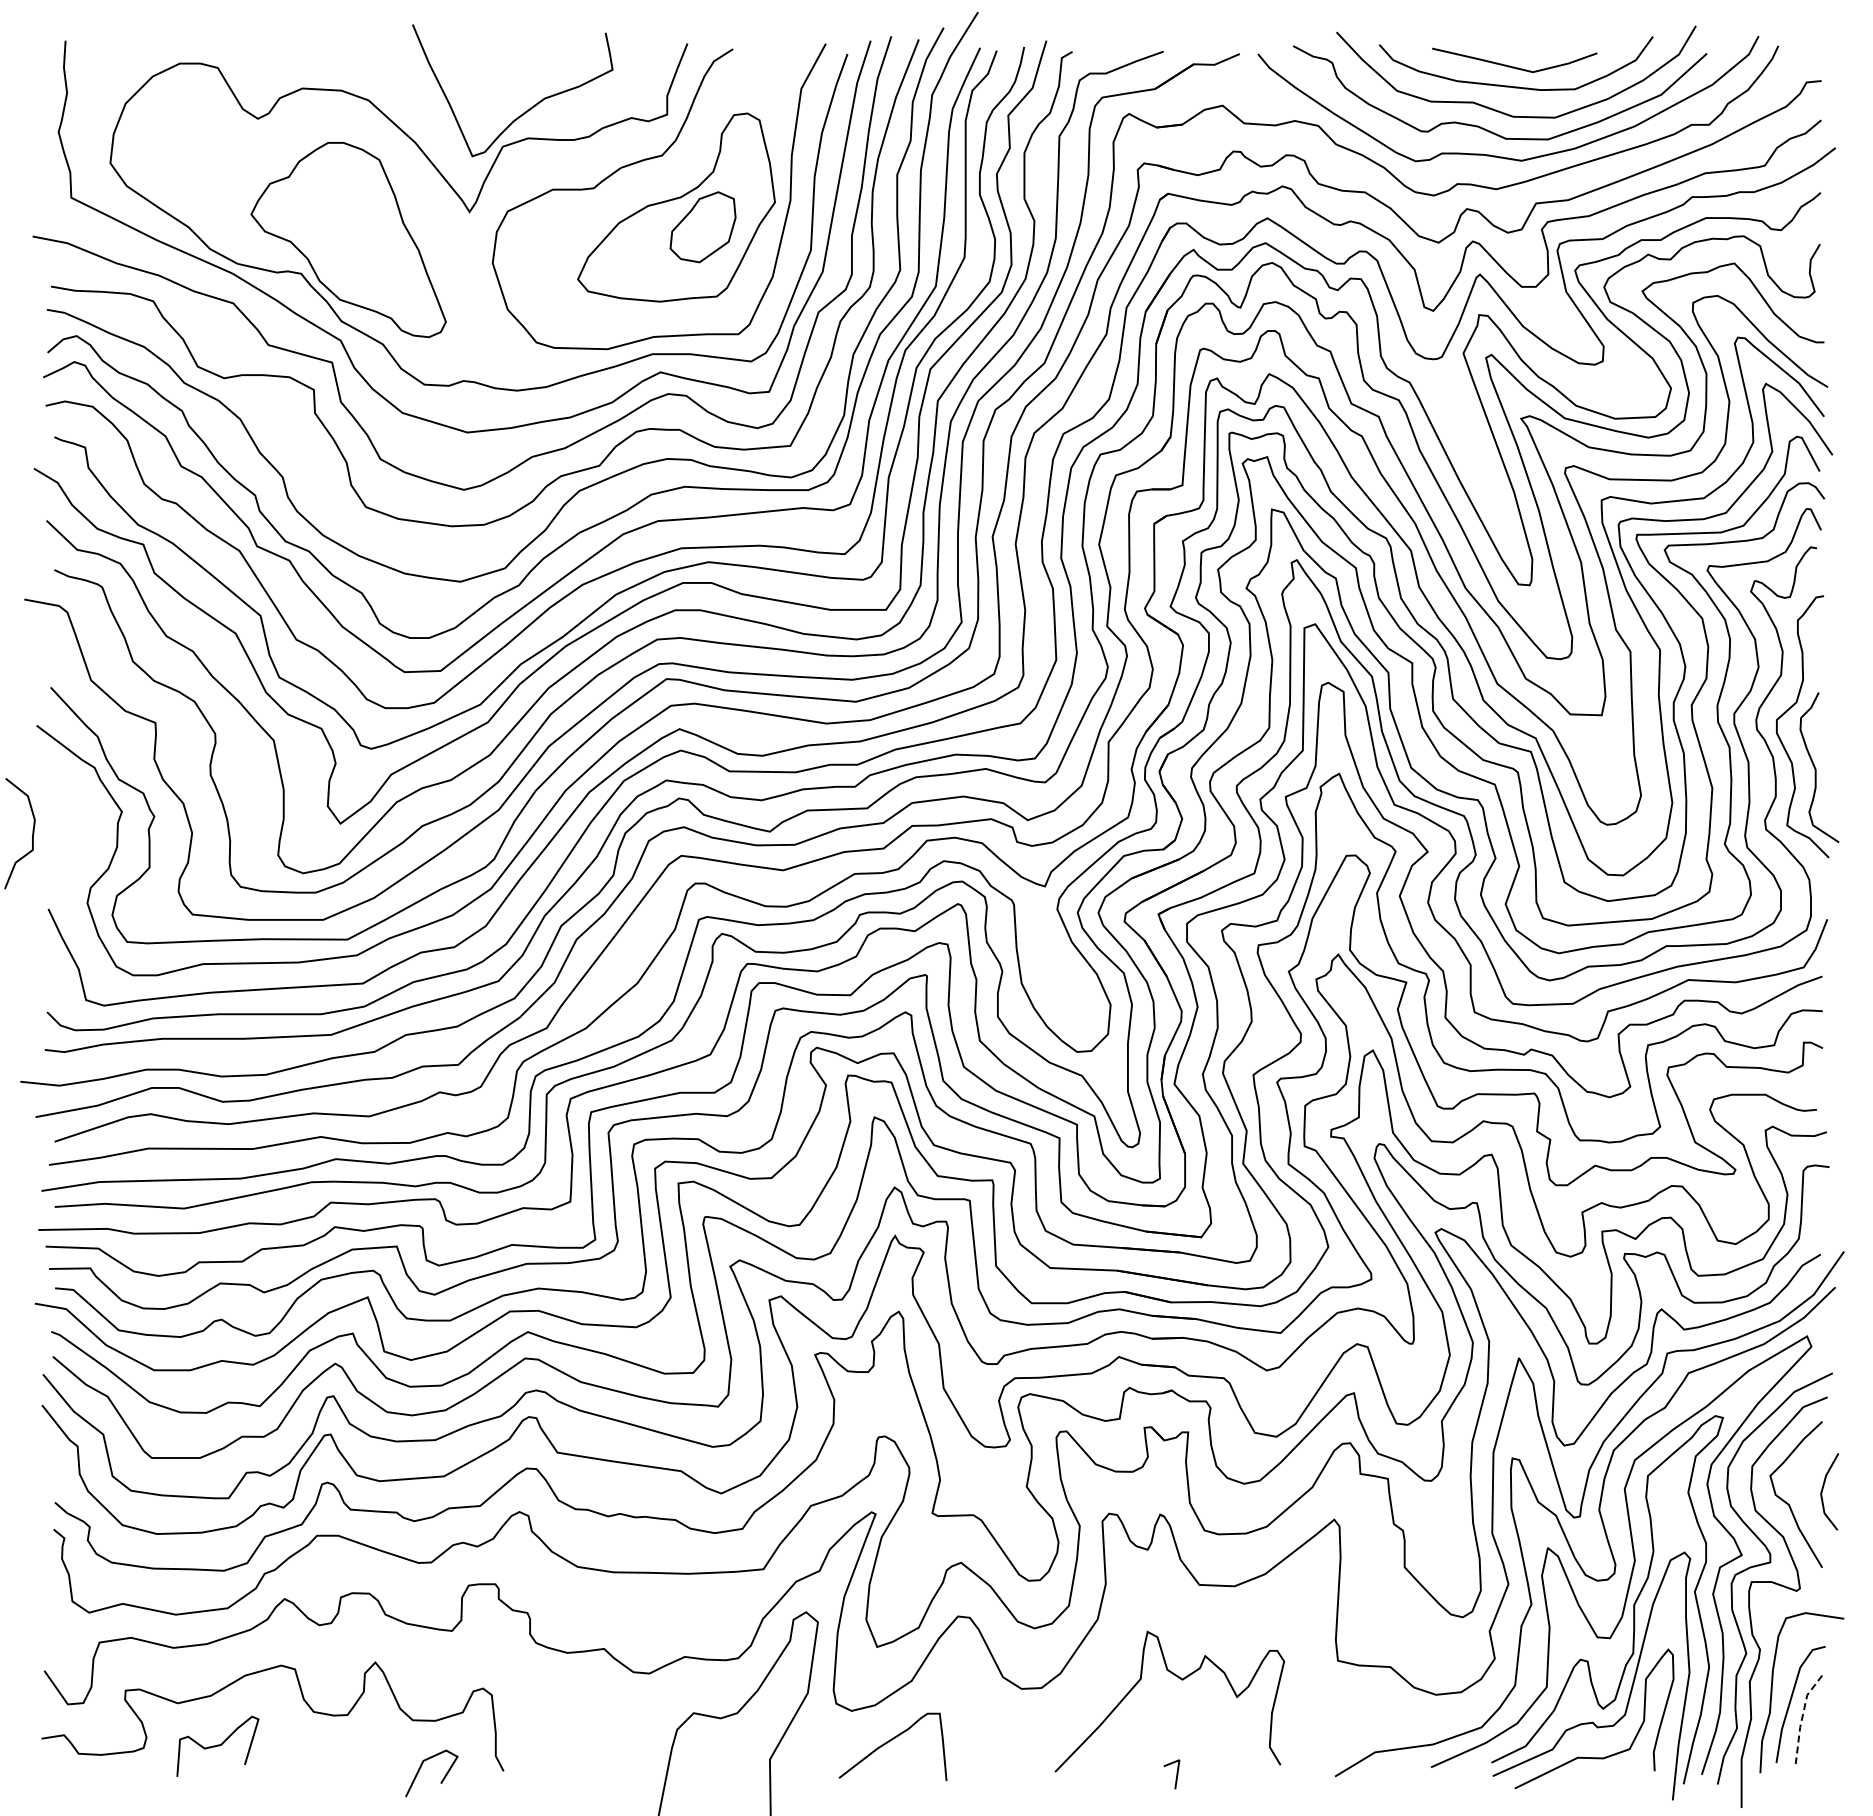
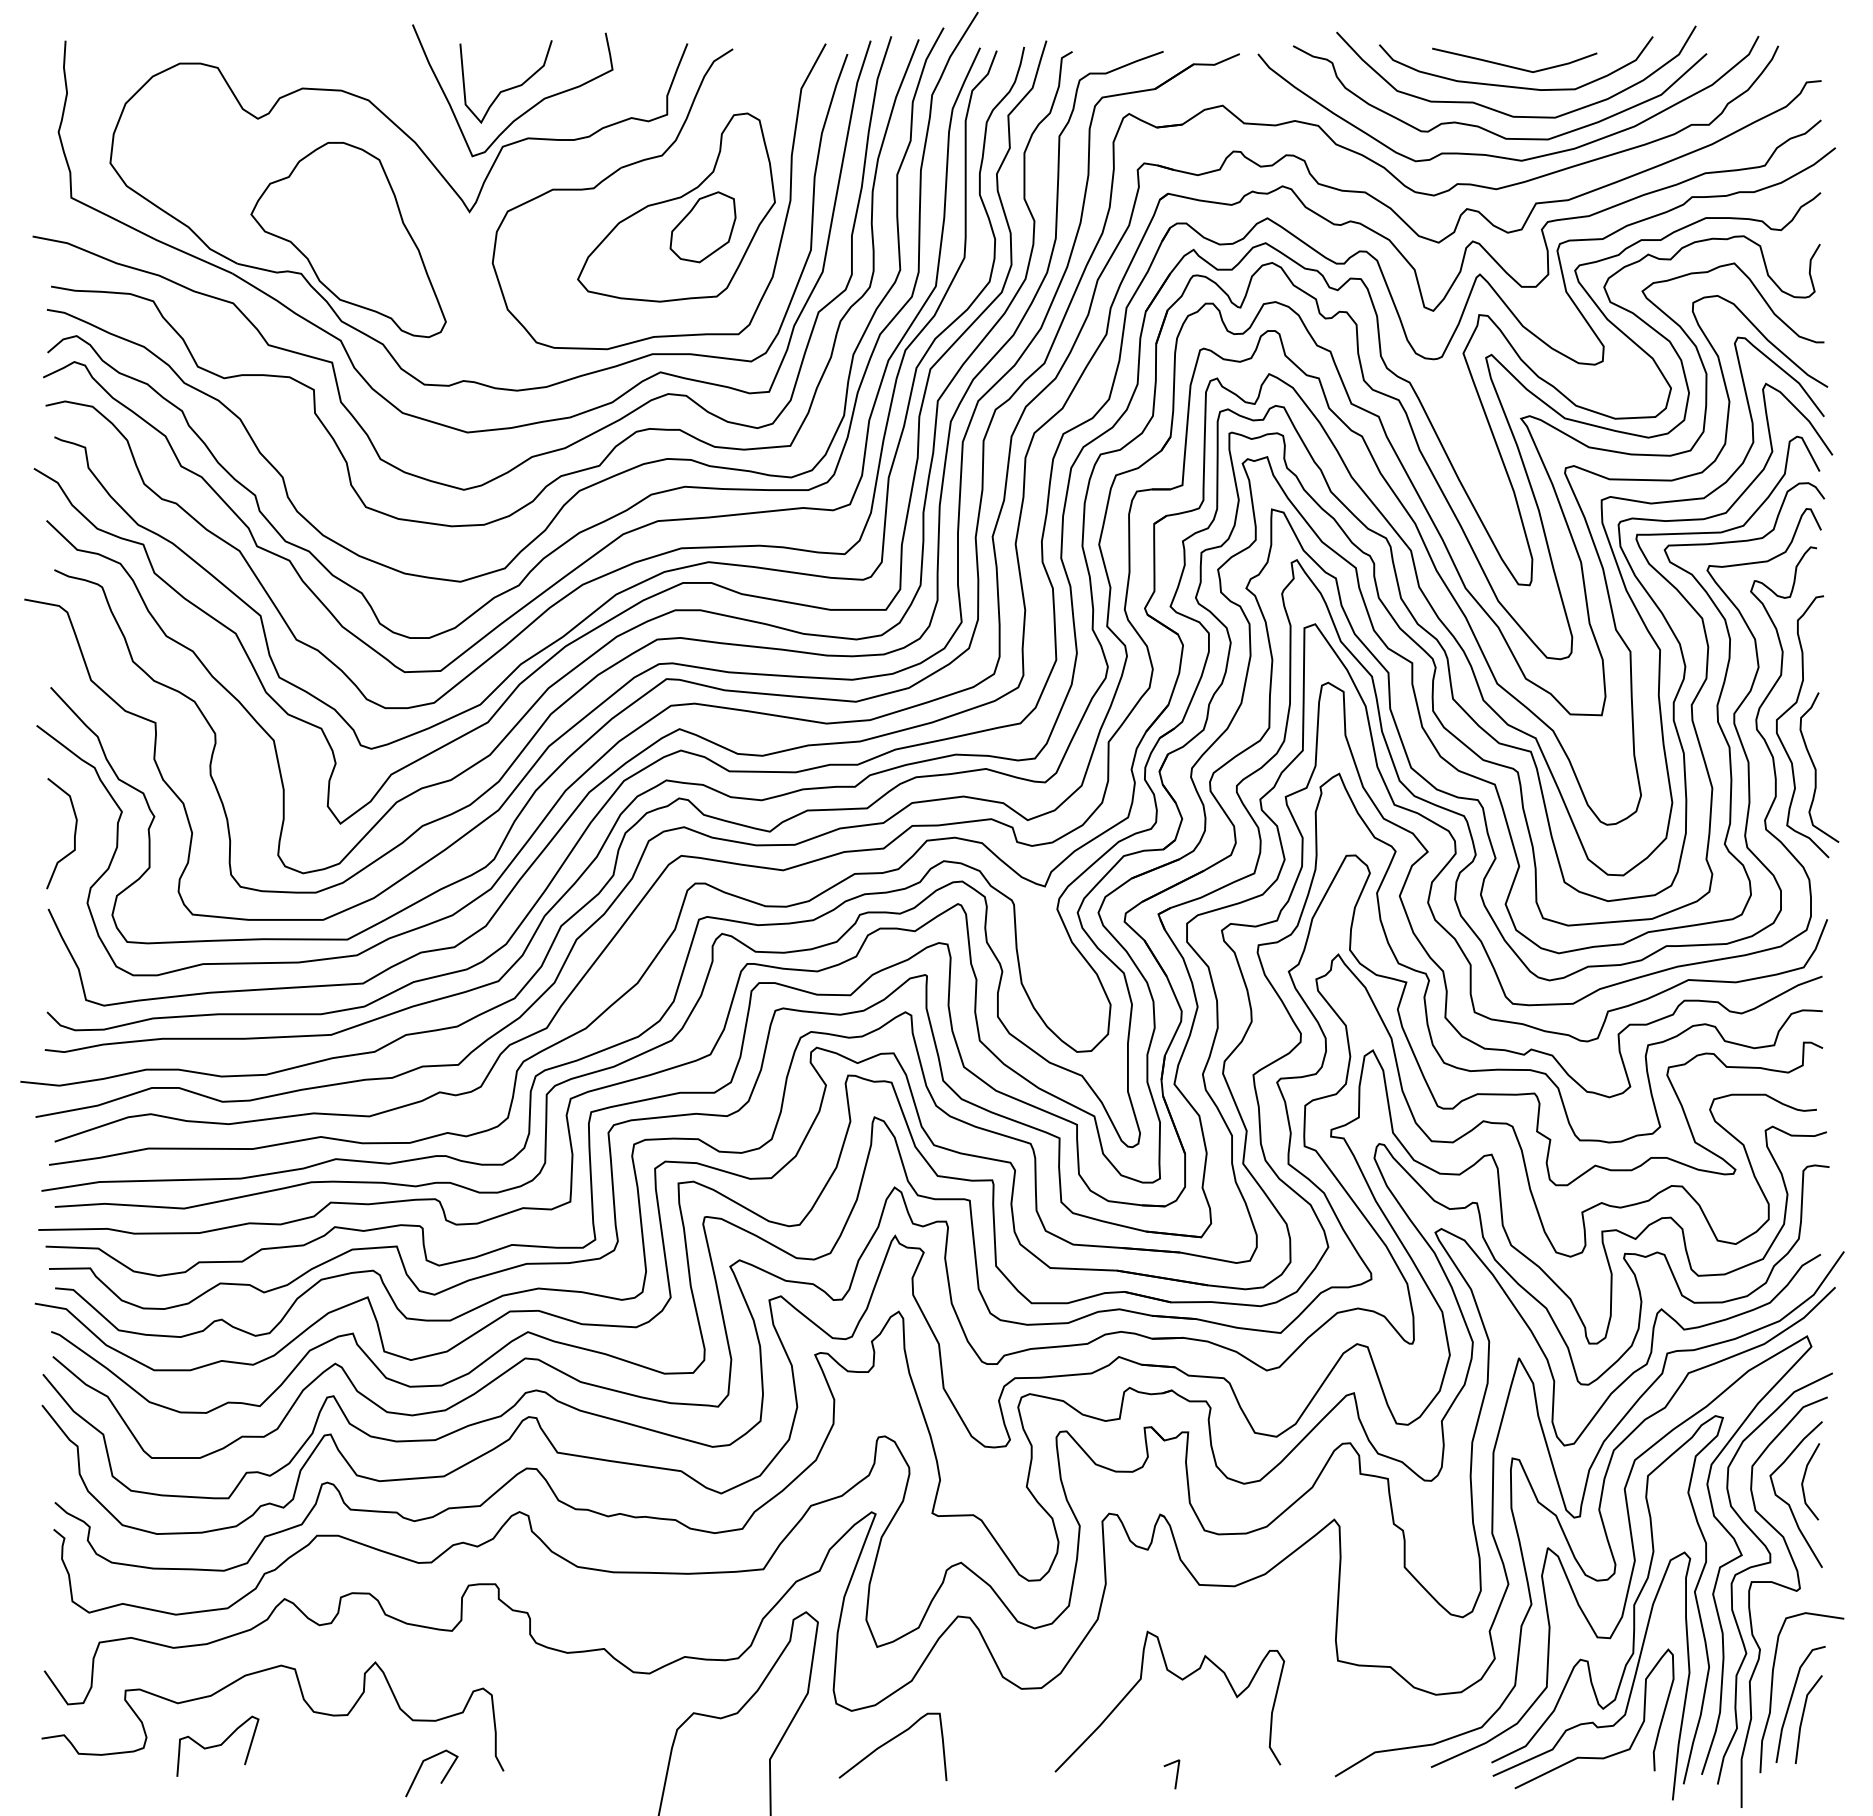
curve at (507, 88): none -> present
curve at (32, 833) position: (32, 833) -> (74, 833)
line at (1823, 1489) position: (1823, 1489) -> (1804, 1479)
line at (1802, 1717): dashed -> solid
